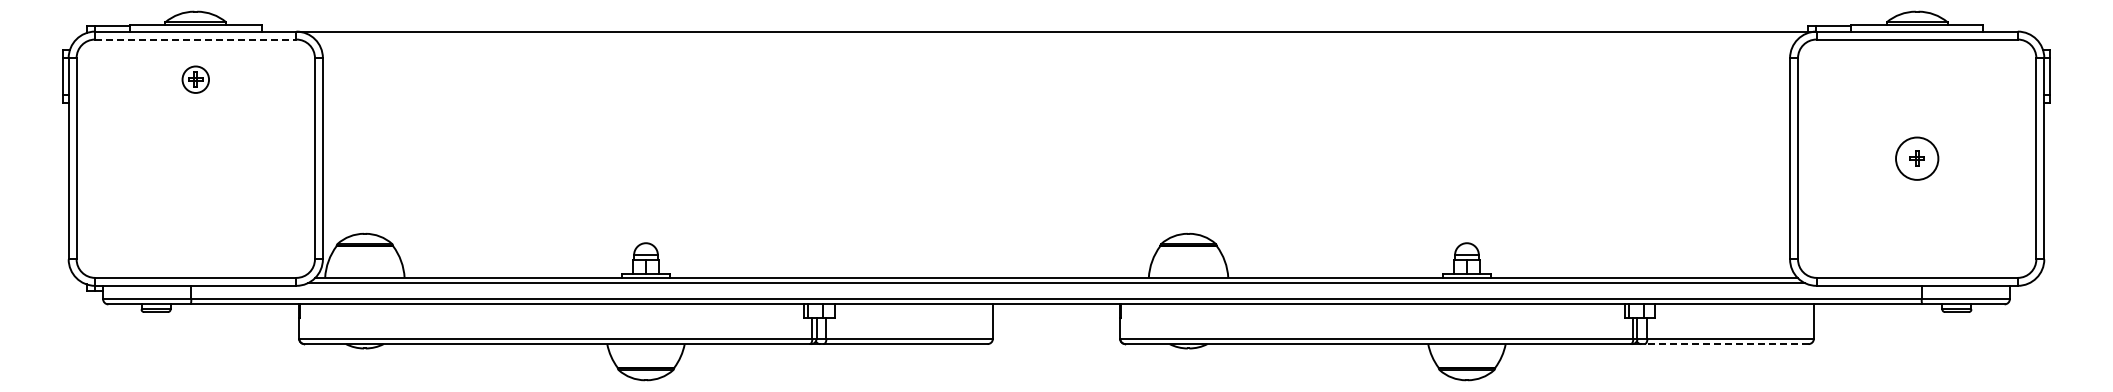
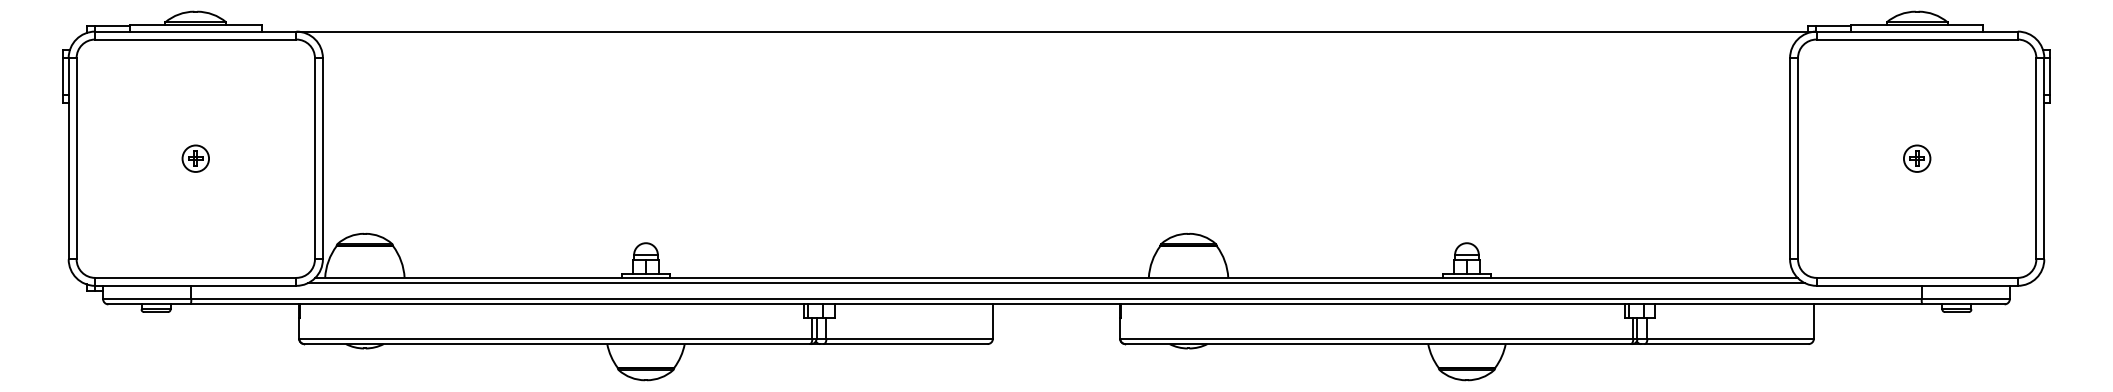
line at (195, 39): dashed -> solid
part at (195, 79) position: (195, 79) -> (195, 158)
circle at (1917, 158) diameter: 42 px -> 26 px
line at (1726, 344): dashed -> solid
